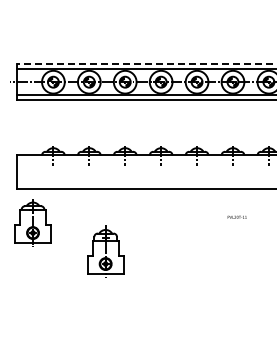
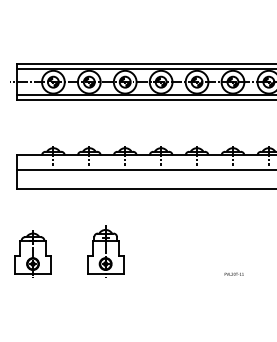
line at (147, 64): dashed -> solid
line at (145, 170): none -> present
text at (236, 216) position: (236, 216) -> (233, 273)
part at (32, 222) position: (32, 222) -> (32, 253)
